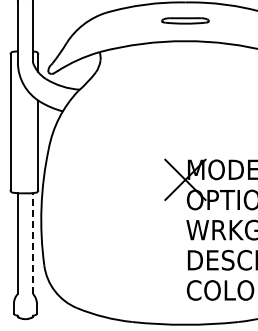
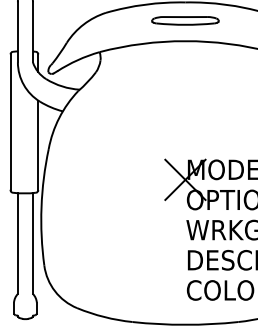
part at (185, 20) size: 49x8 px -> 69x10 px
line at (32, 243): dashed -> solid
